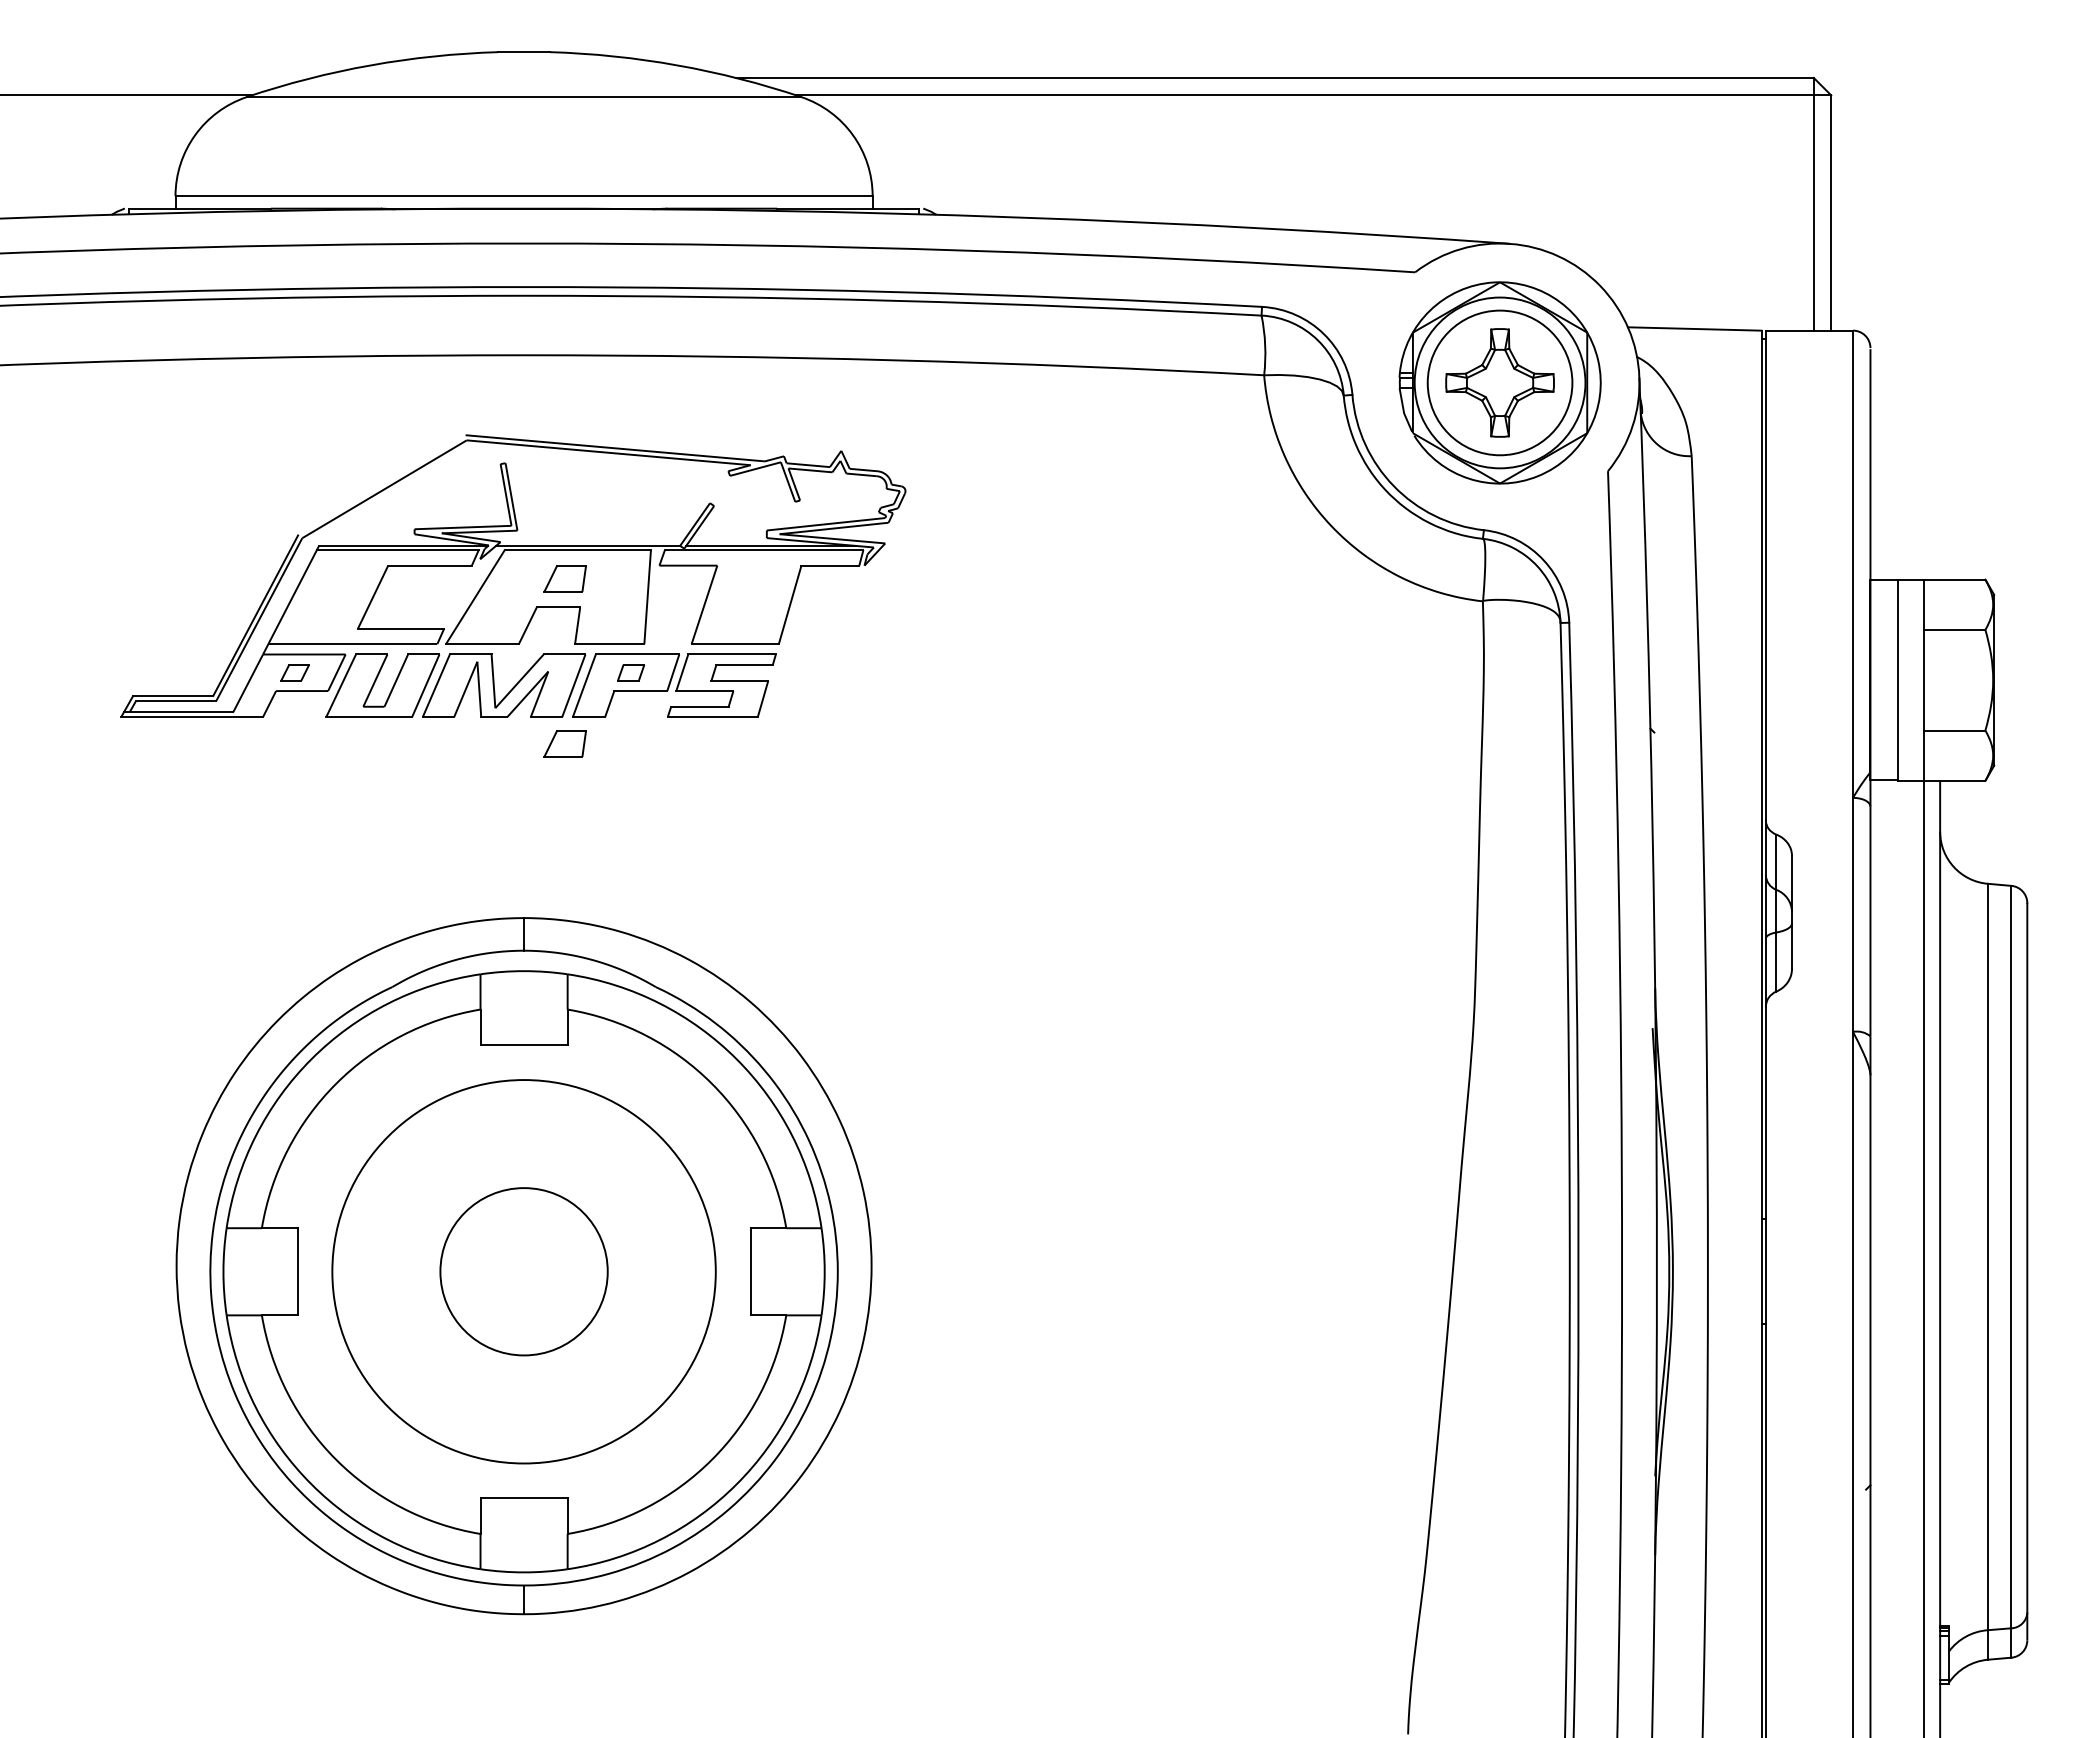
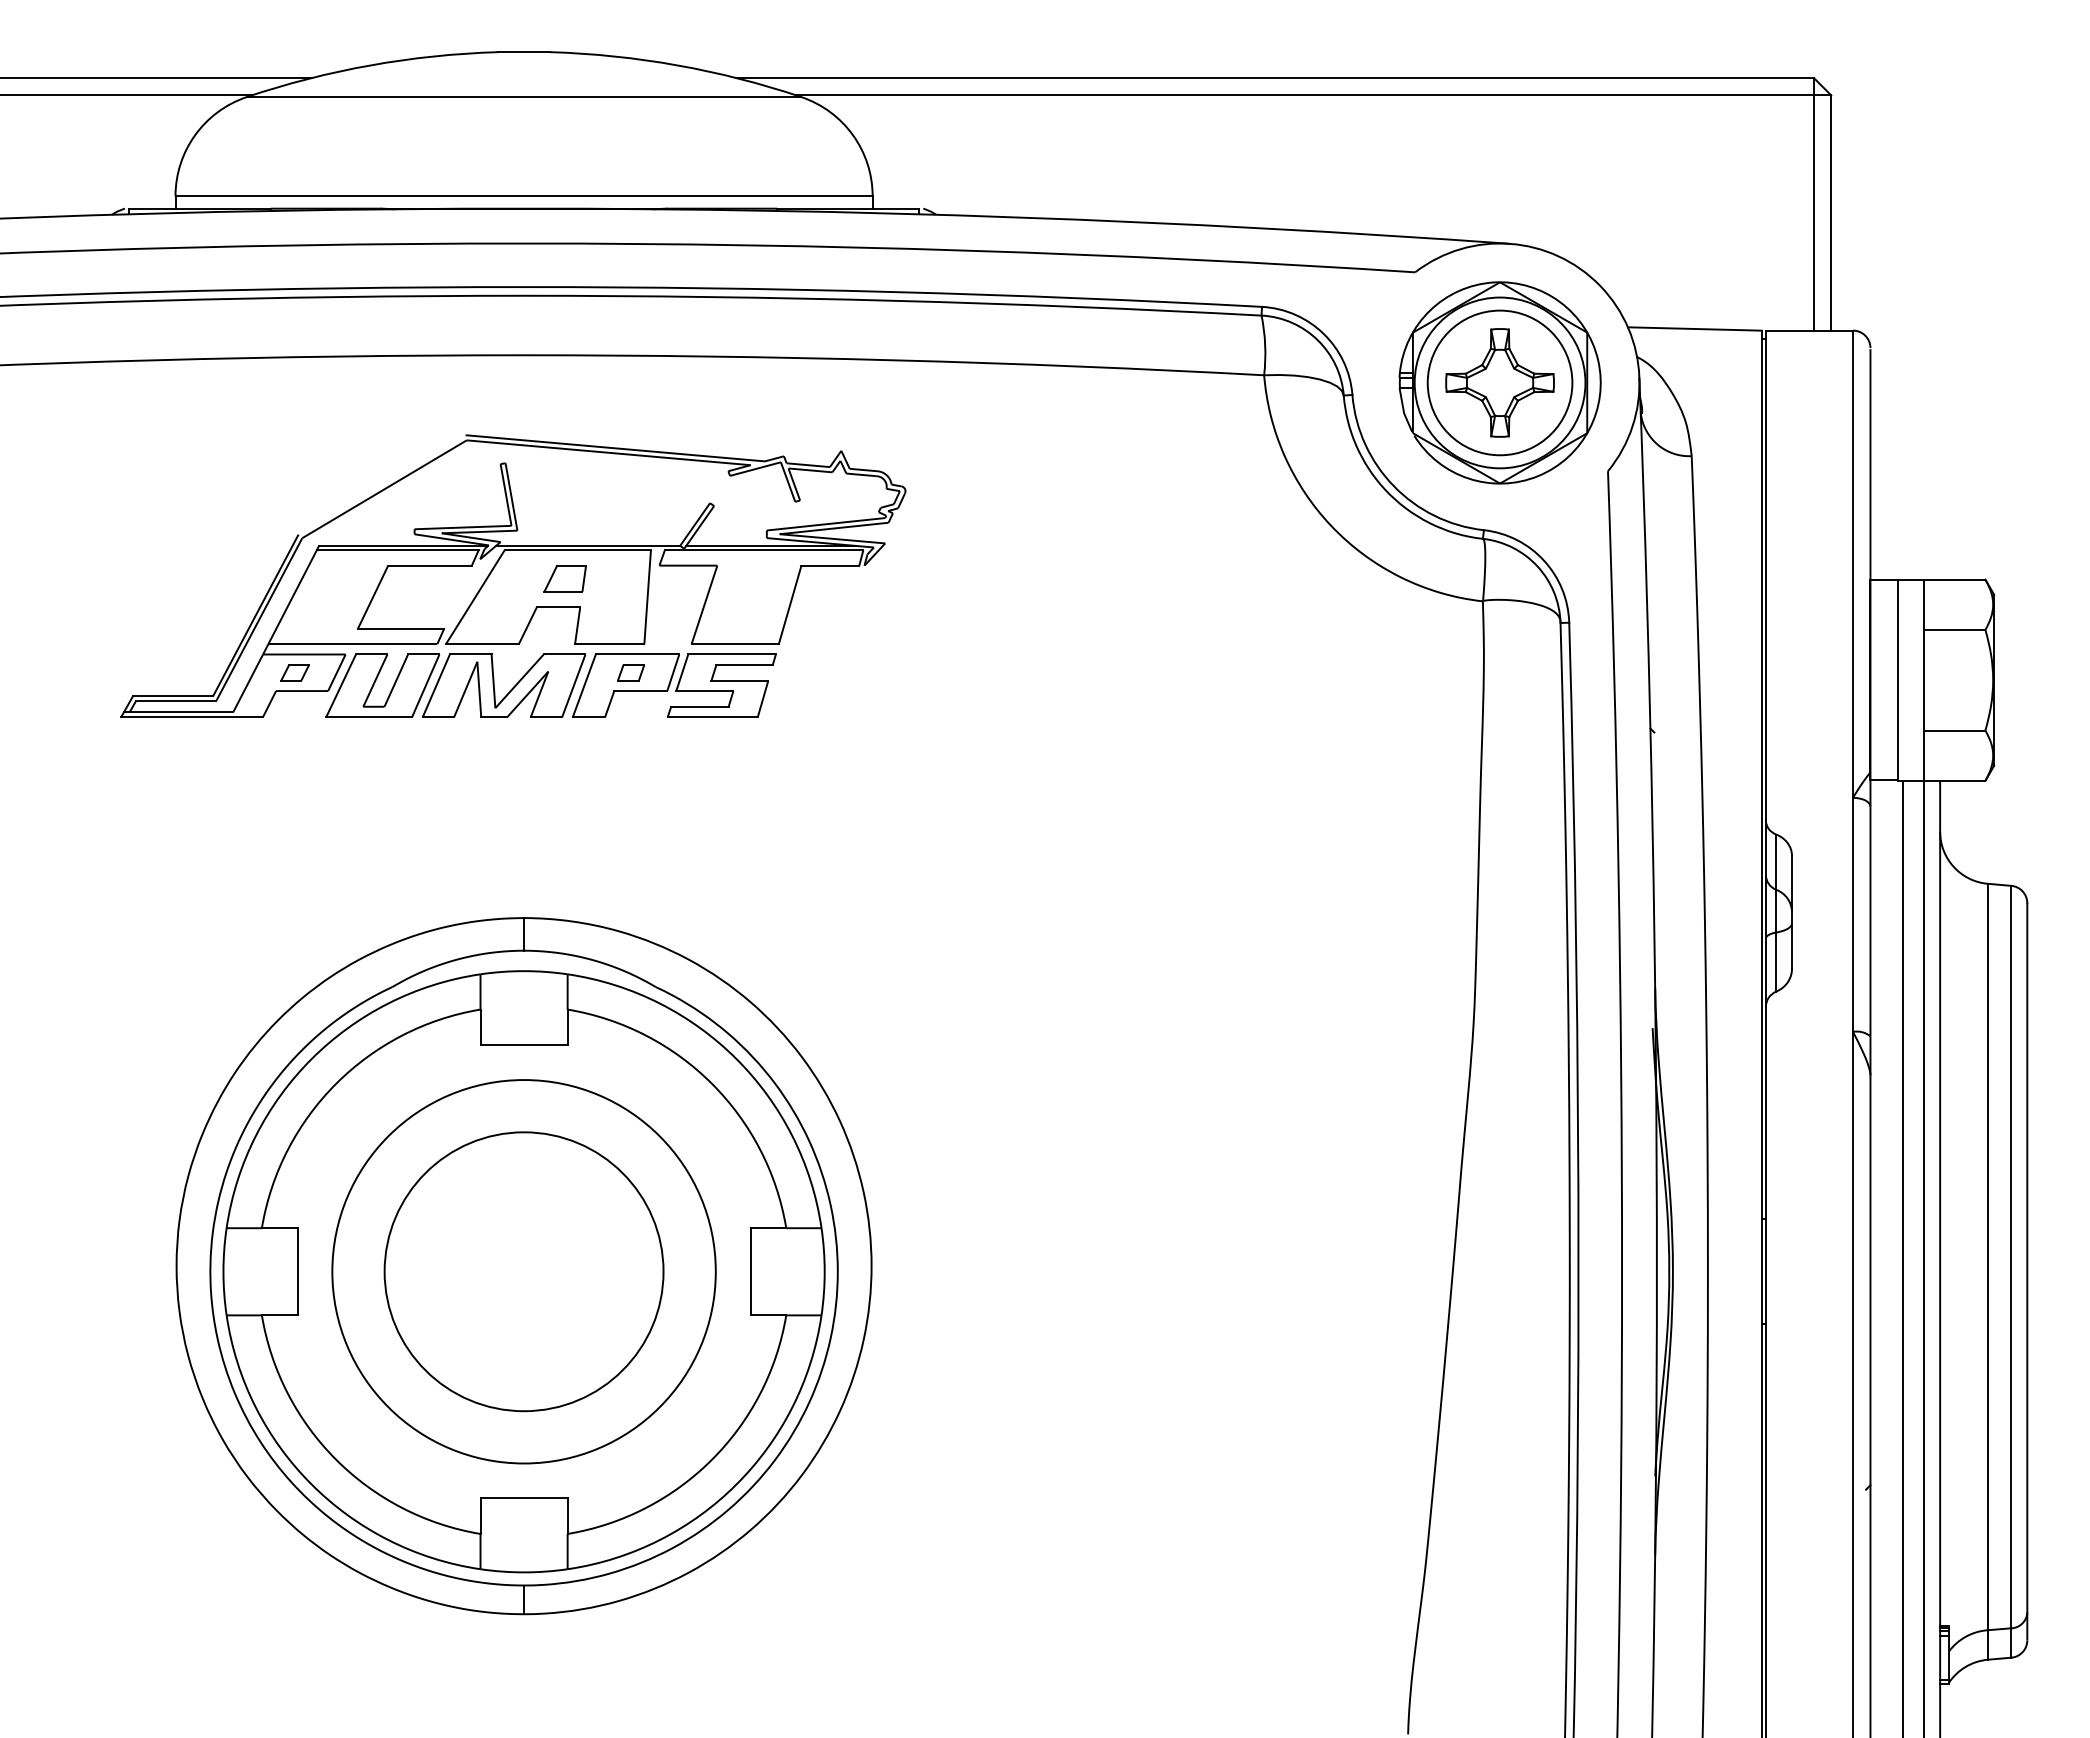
line at (157, 77): none -> present
part at (564, 743): present -> none
line at (1903, 1257): none -> present
circle at (523, 1271) diameter: 167 px -> 279 px
